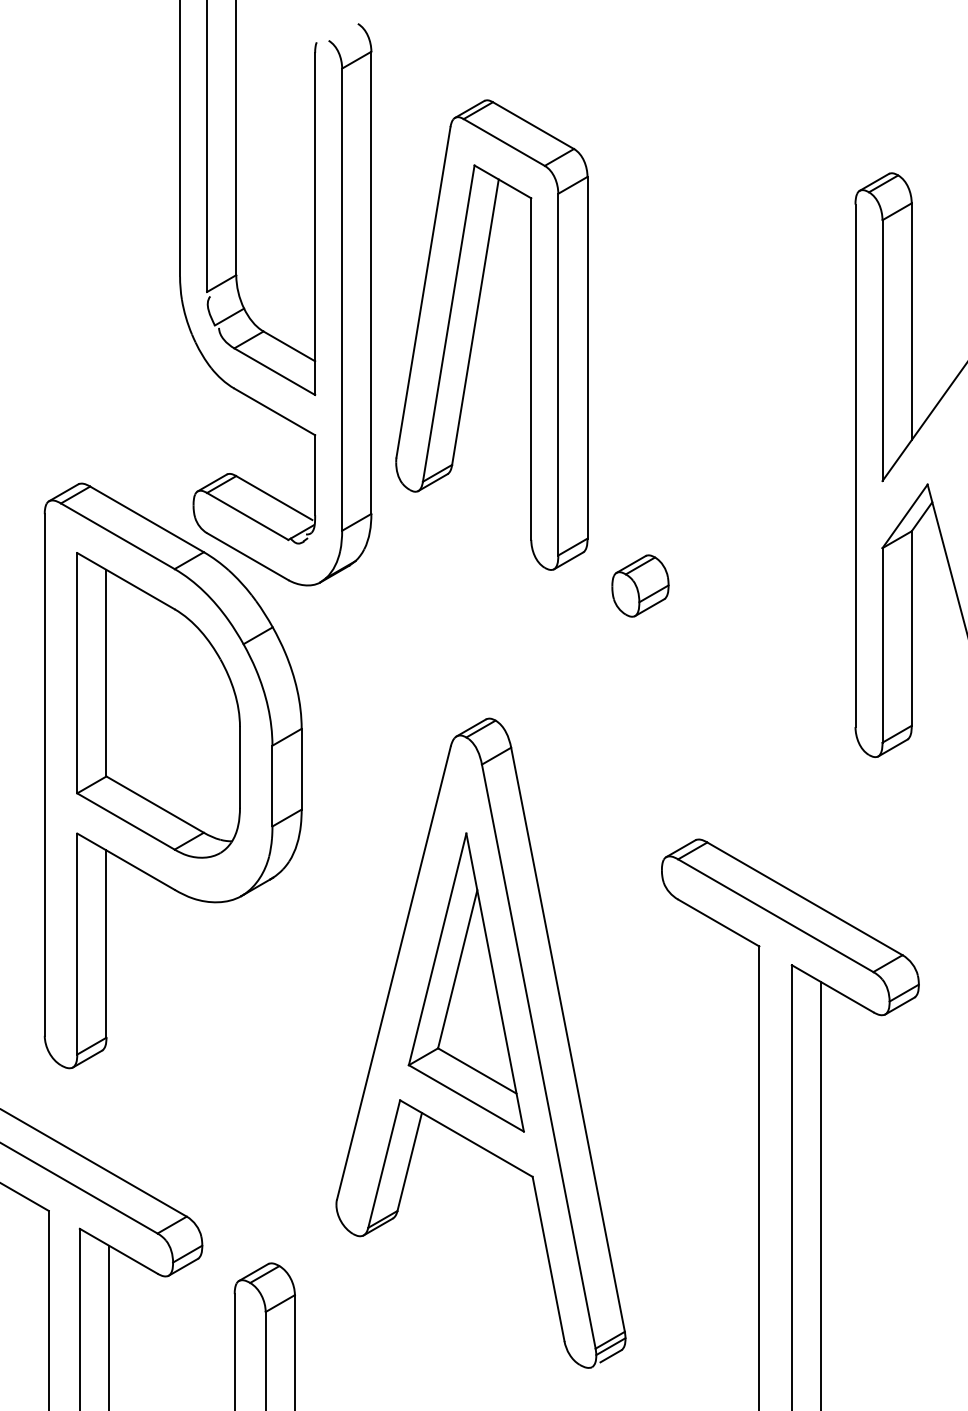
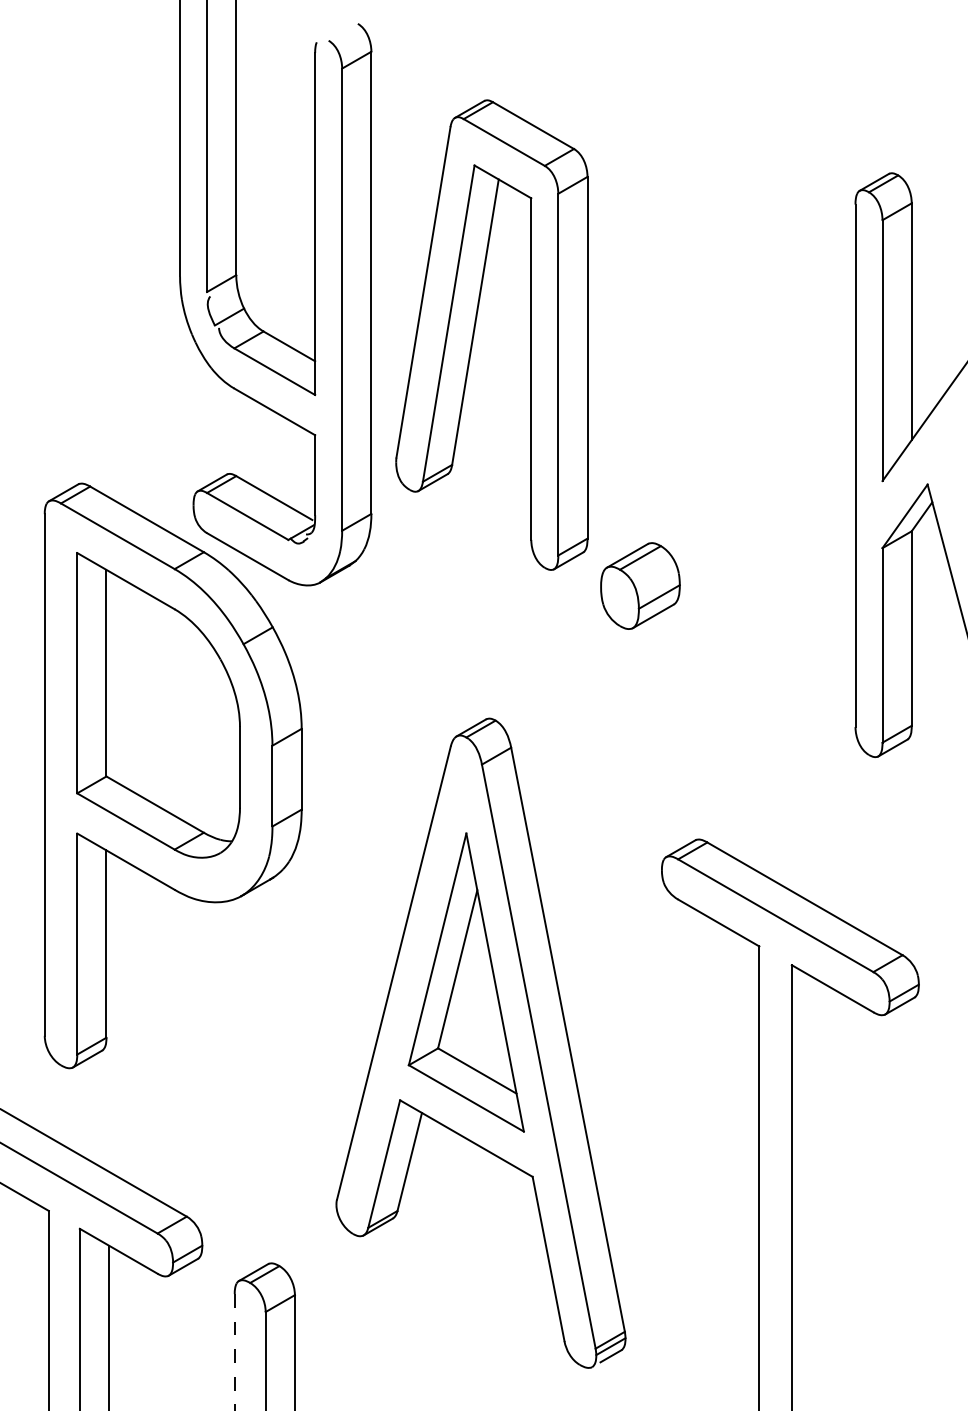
part at (640, 585) size: 59x64 px -> 81x88 px
line at (821, 1194): present -> none
line at (234, 1352): solid -> dashed
